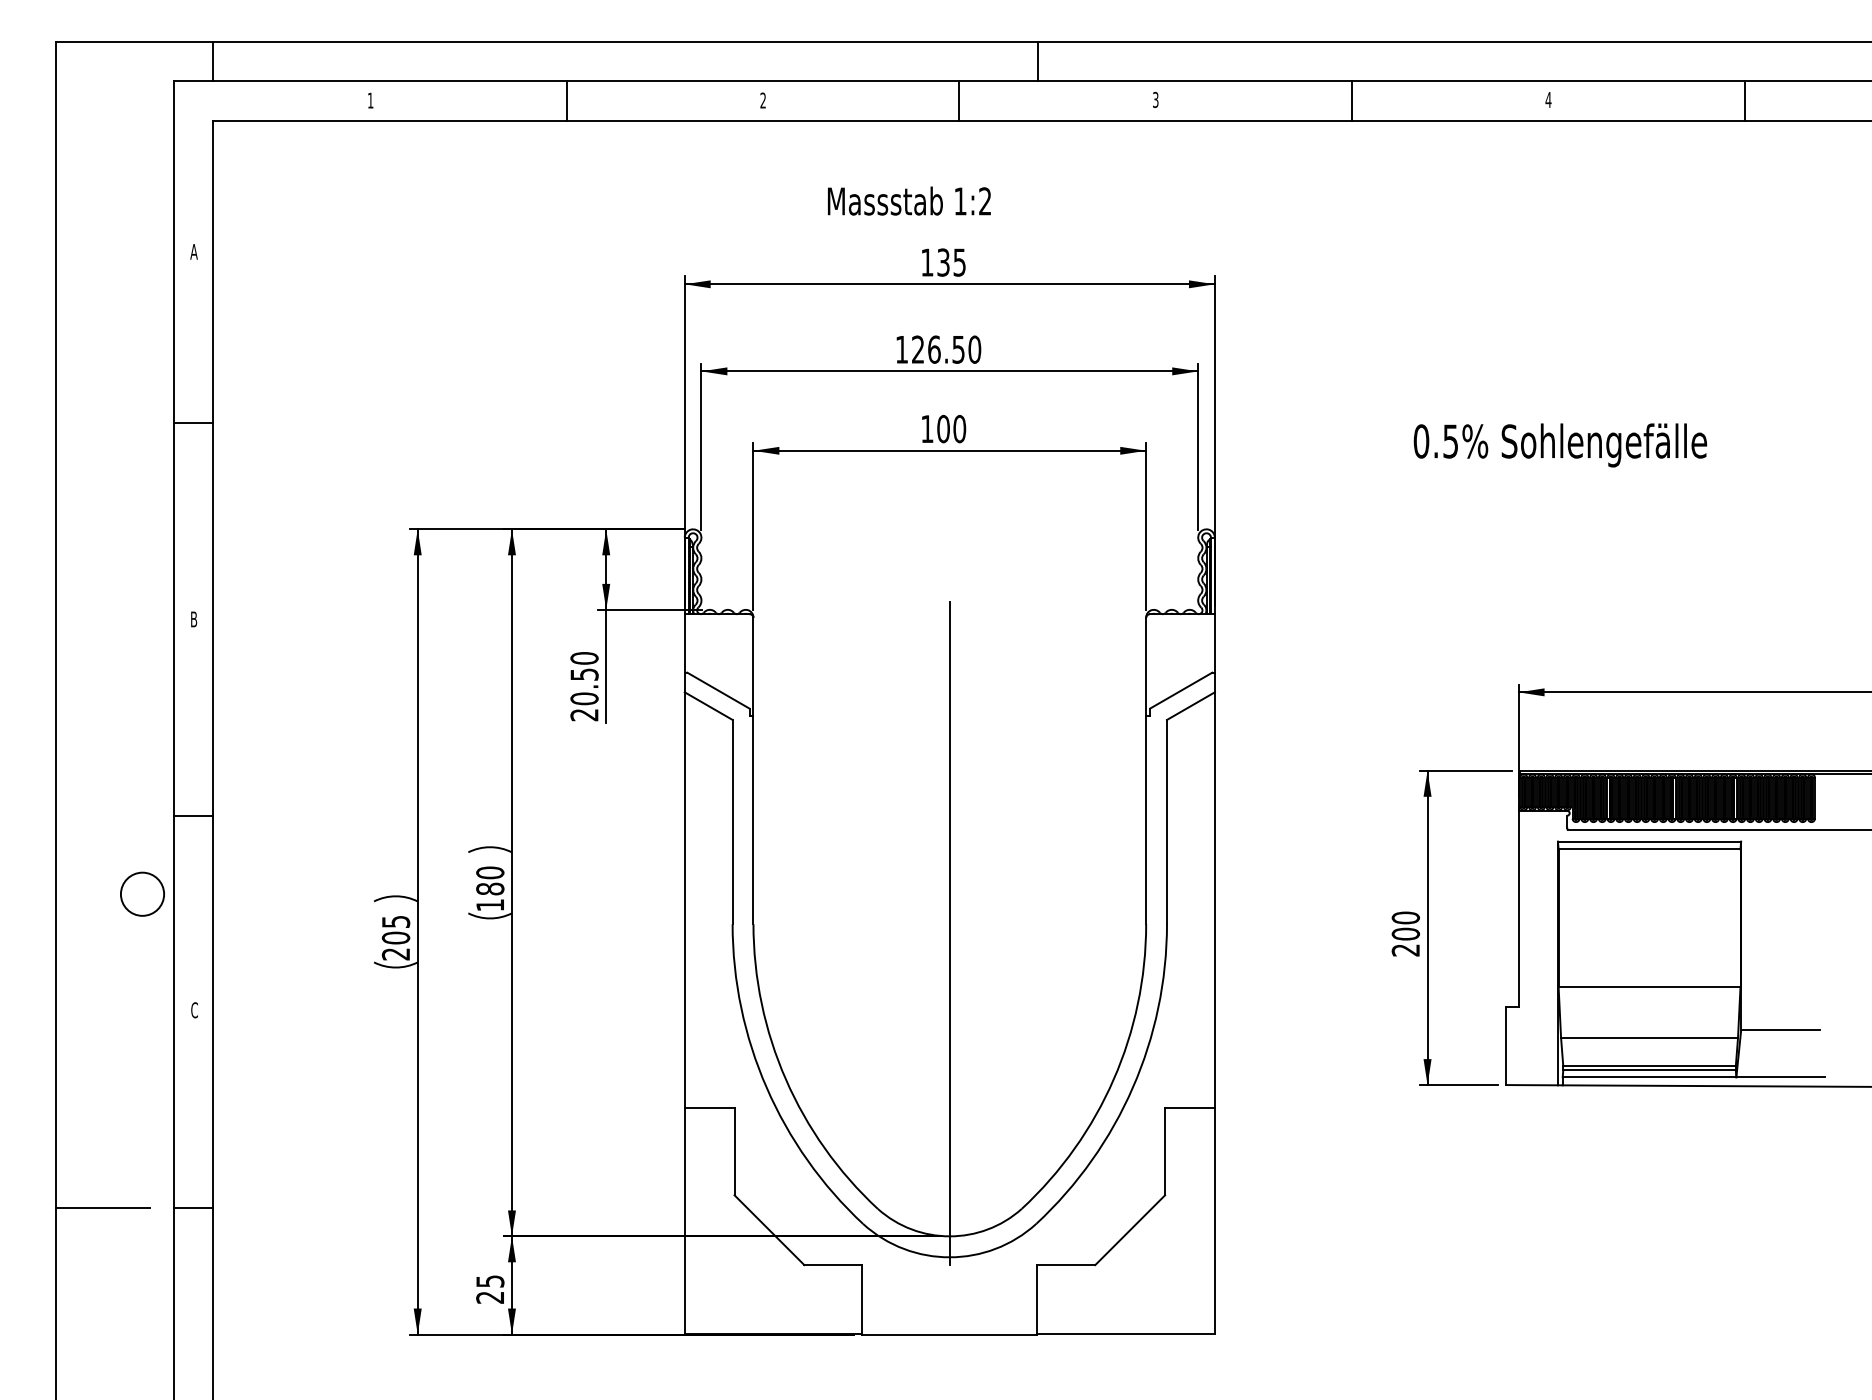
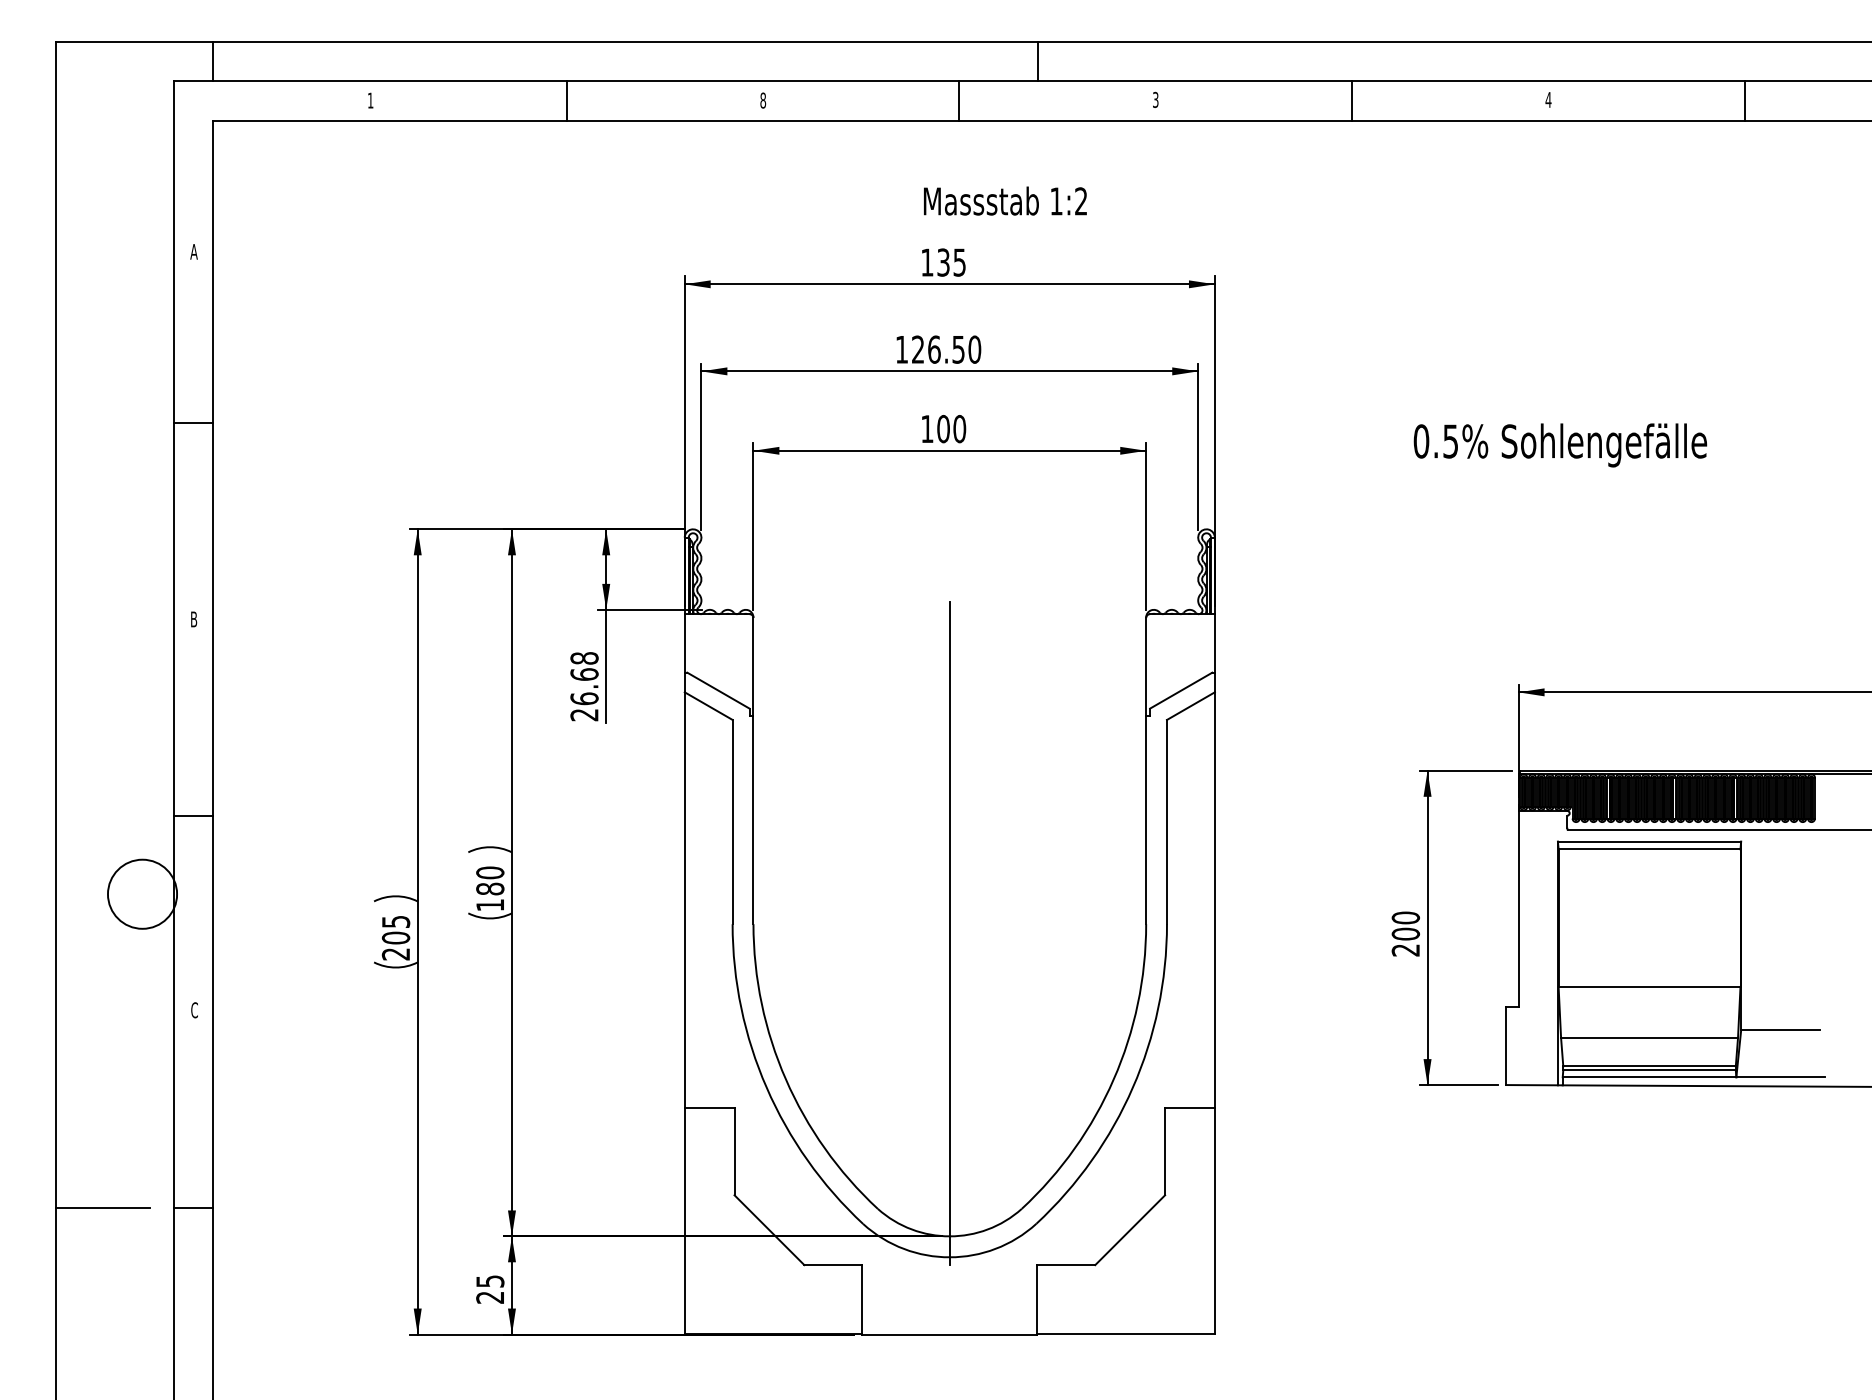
text at (763, 100): 2 -> 8
text at (909, 200) position: (909, 200) -> (1005, 200)
text at (584, 678): 20.50 -> 26.68
circle at (142, 893) diameter: 43 px -> 69 px
